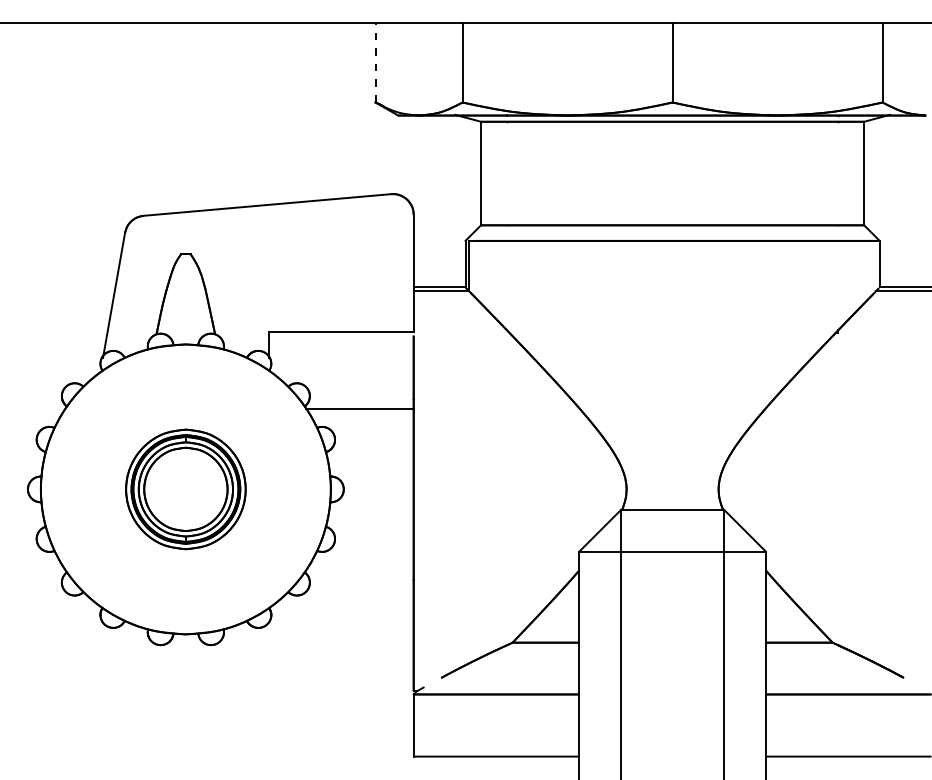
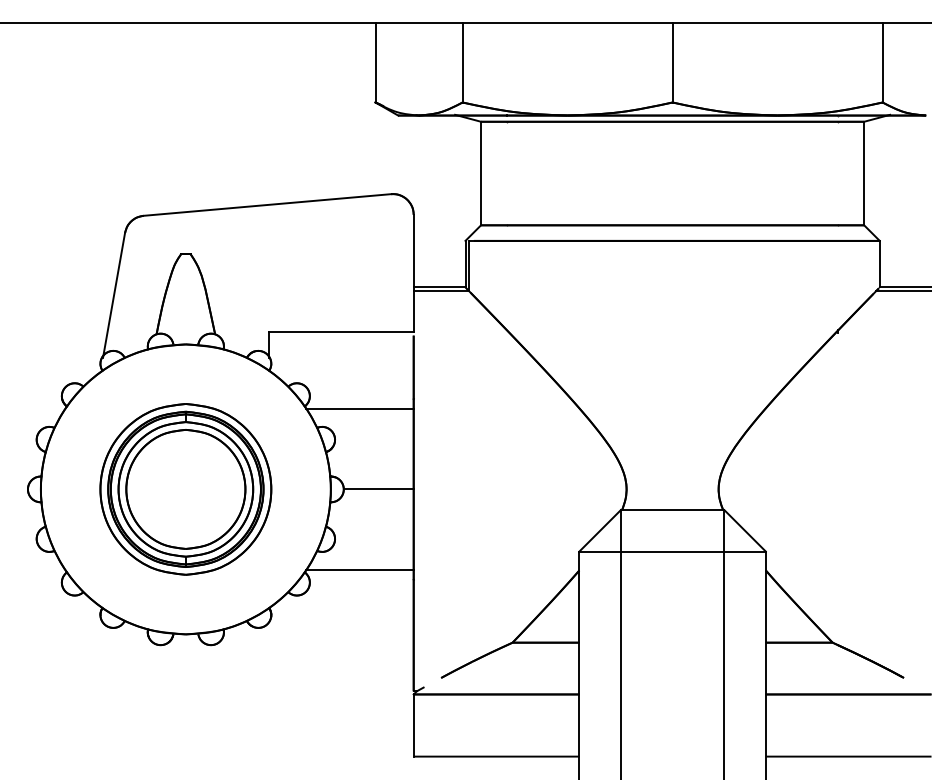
line at (375, 62): dashed -> solid
part at (185, 489) size: 122x123 px -> 174x173 px
line at (378, 489): none -> present
line at (359, 569): none -> present
